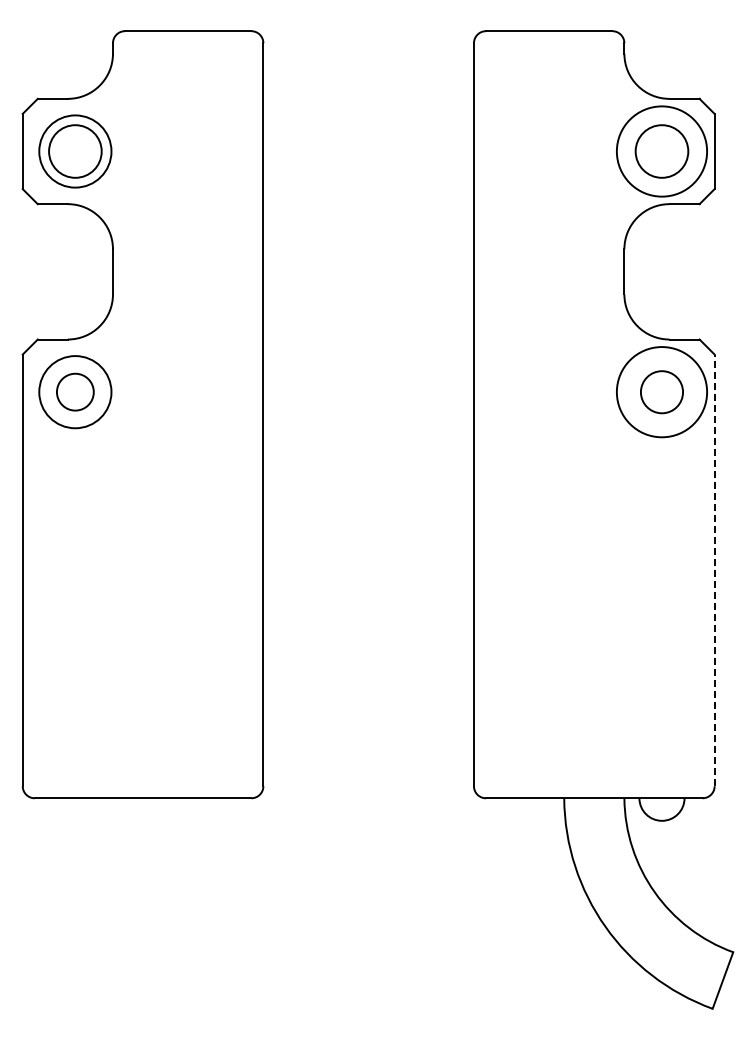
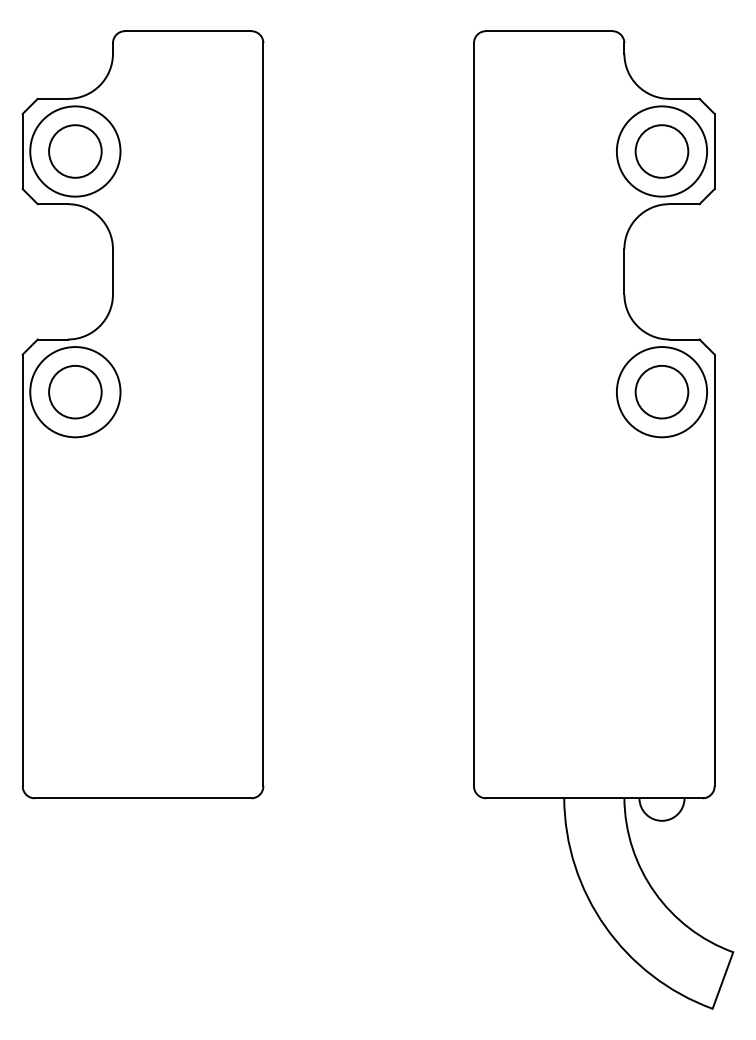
circle at (75, 151) diameter: 72 px -> 90 px
circle at (74, 391) diameter: 37 px -> 53 px
circle at (75, 392) diameter: 72 px -> 90 px
circle at (661, 392) size: 44x45 px -> 56x55 px
line at (714, 570): dashed -> solid
